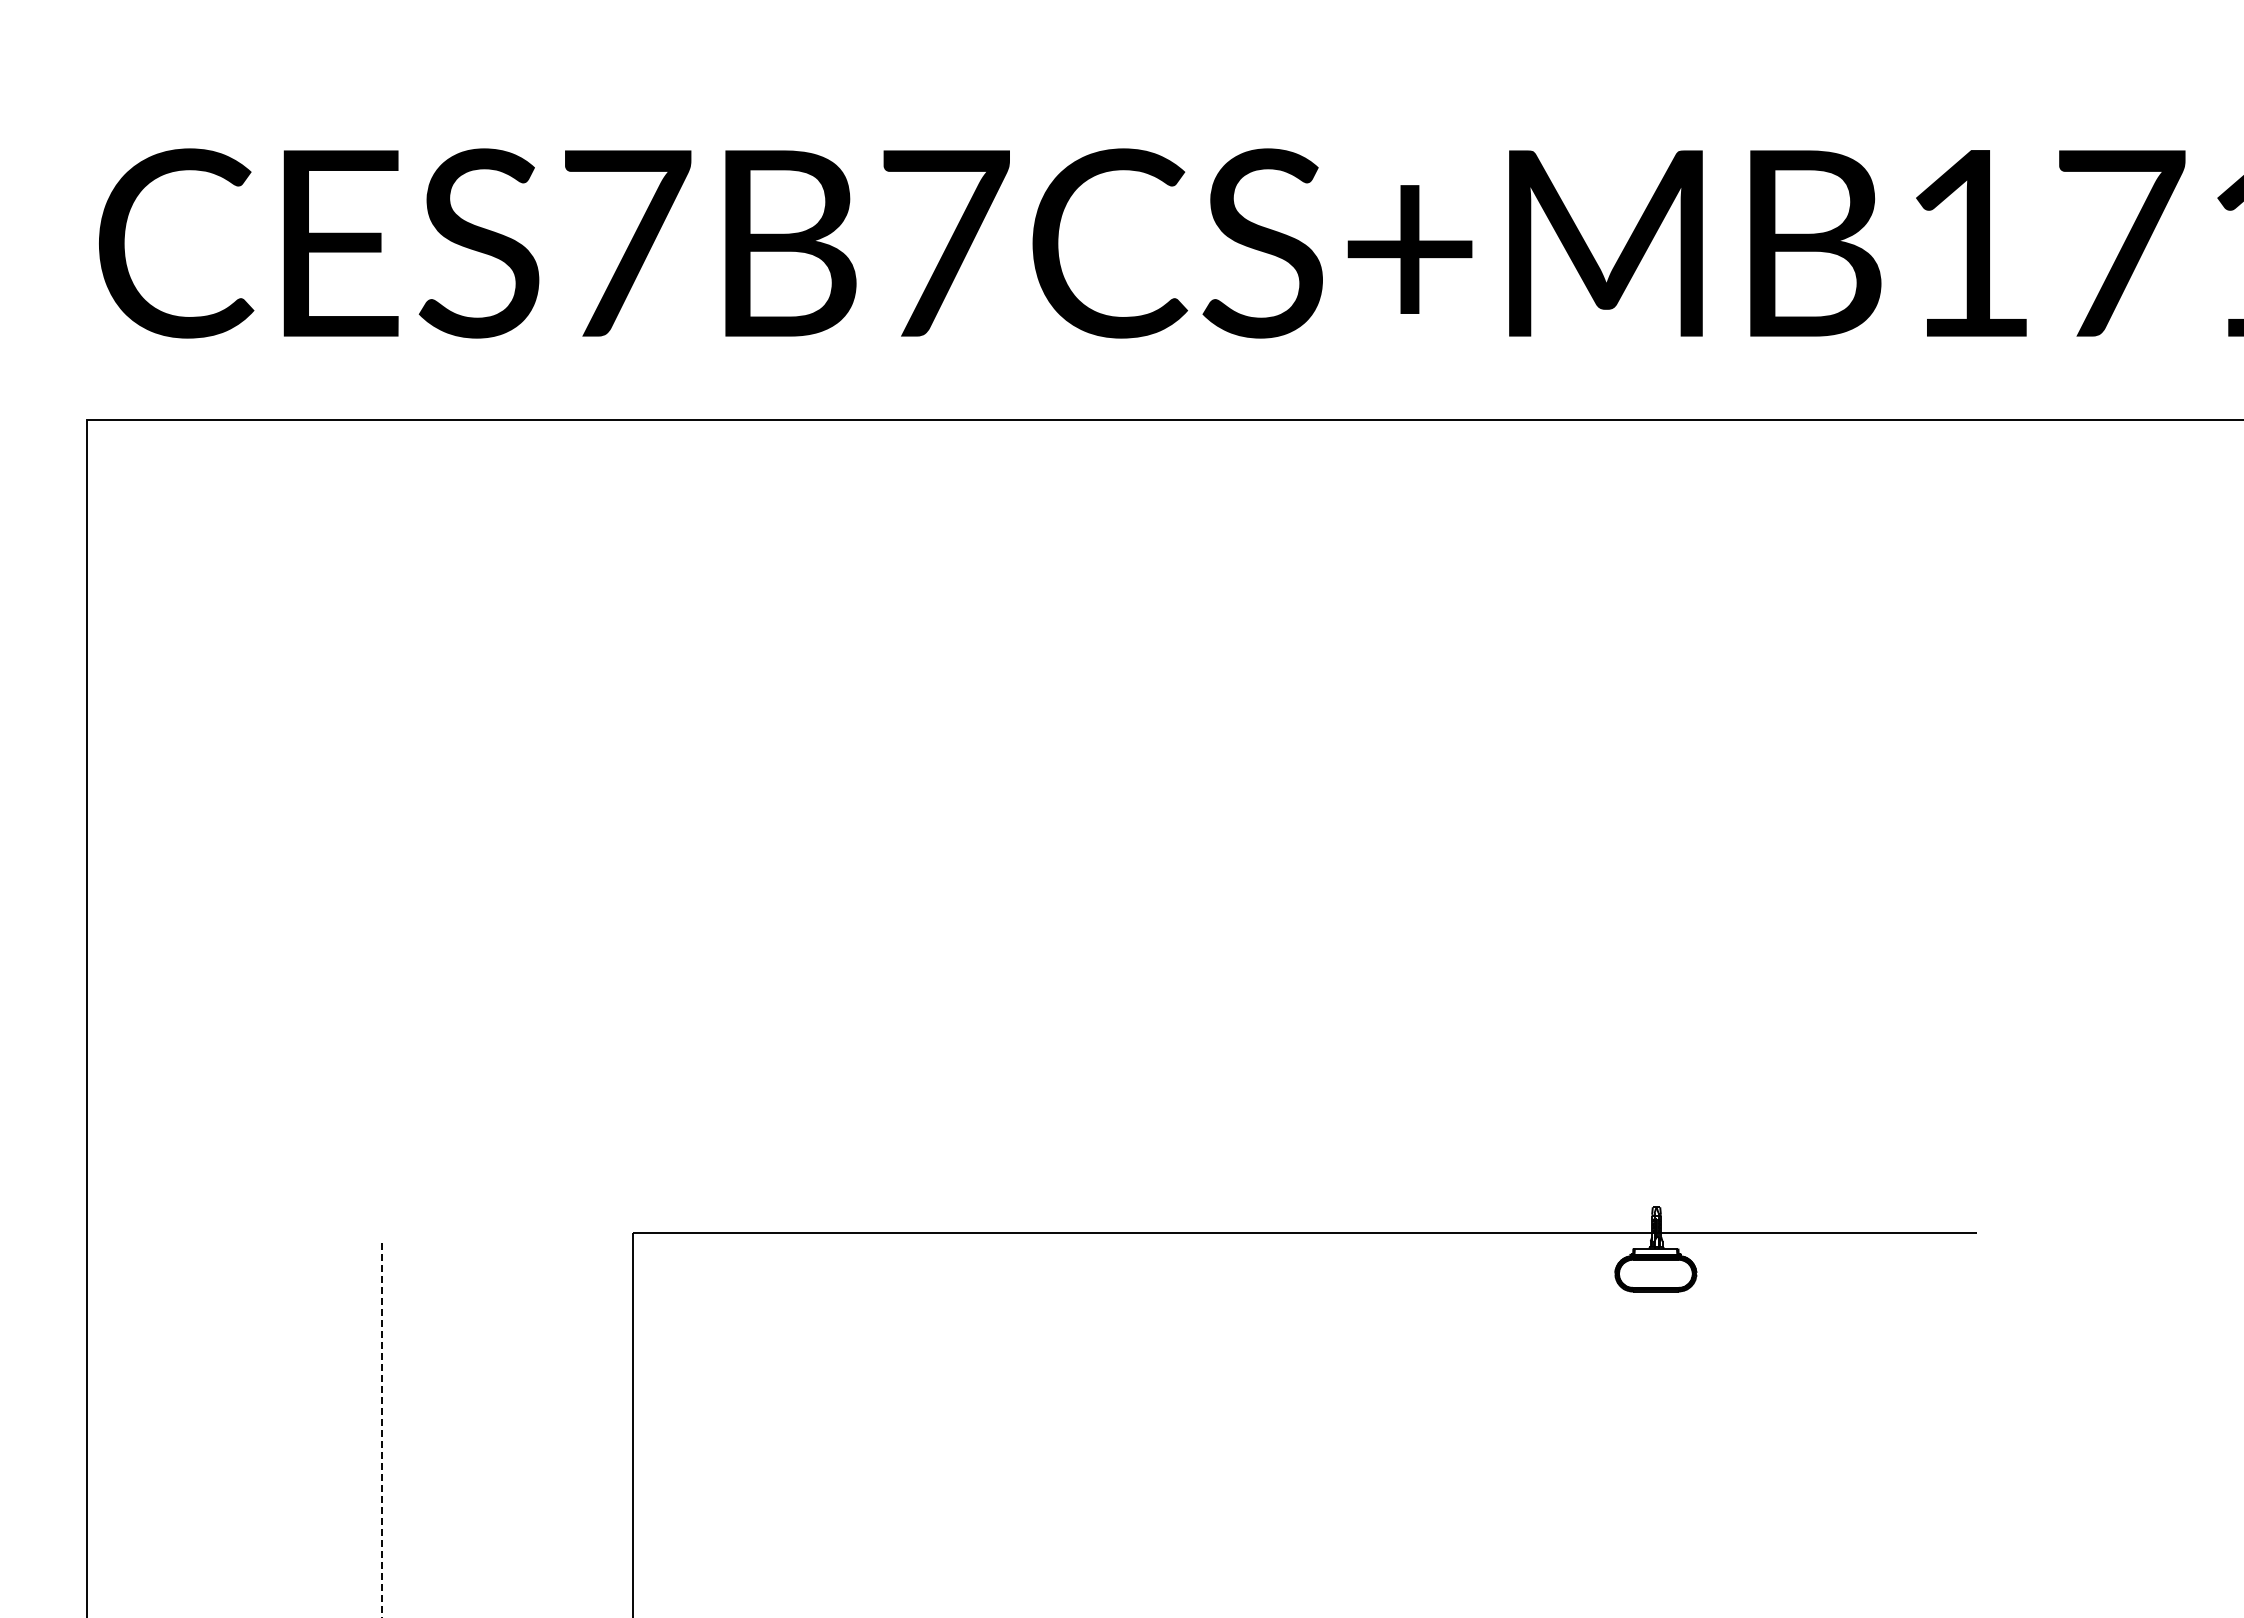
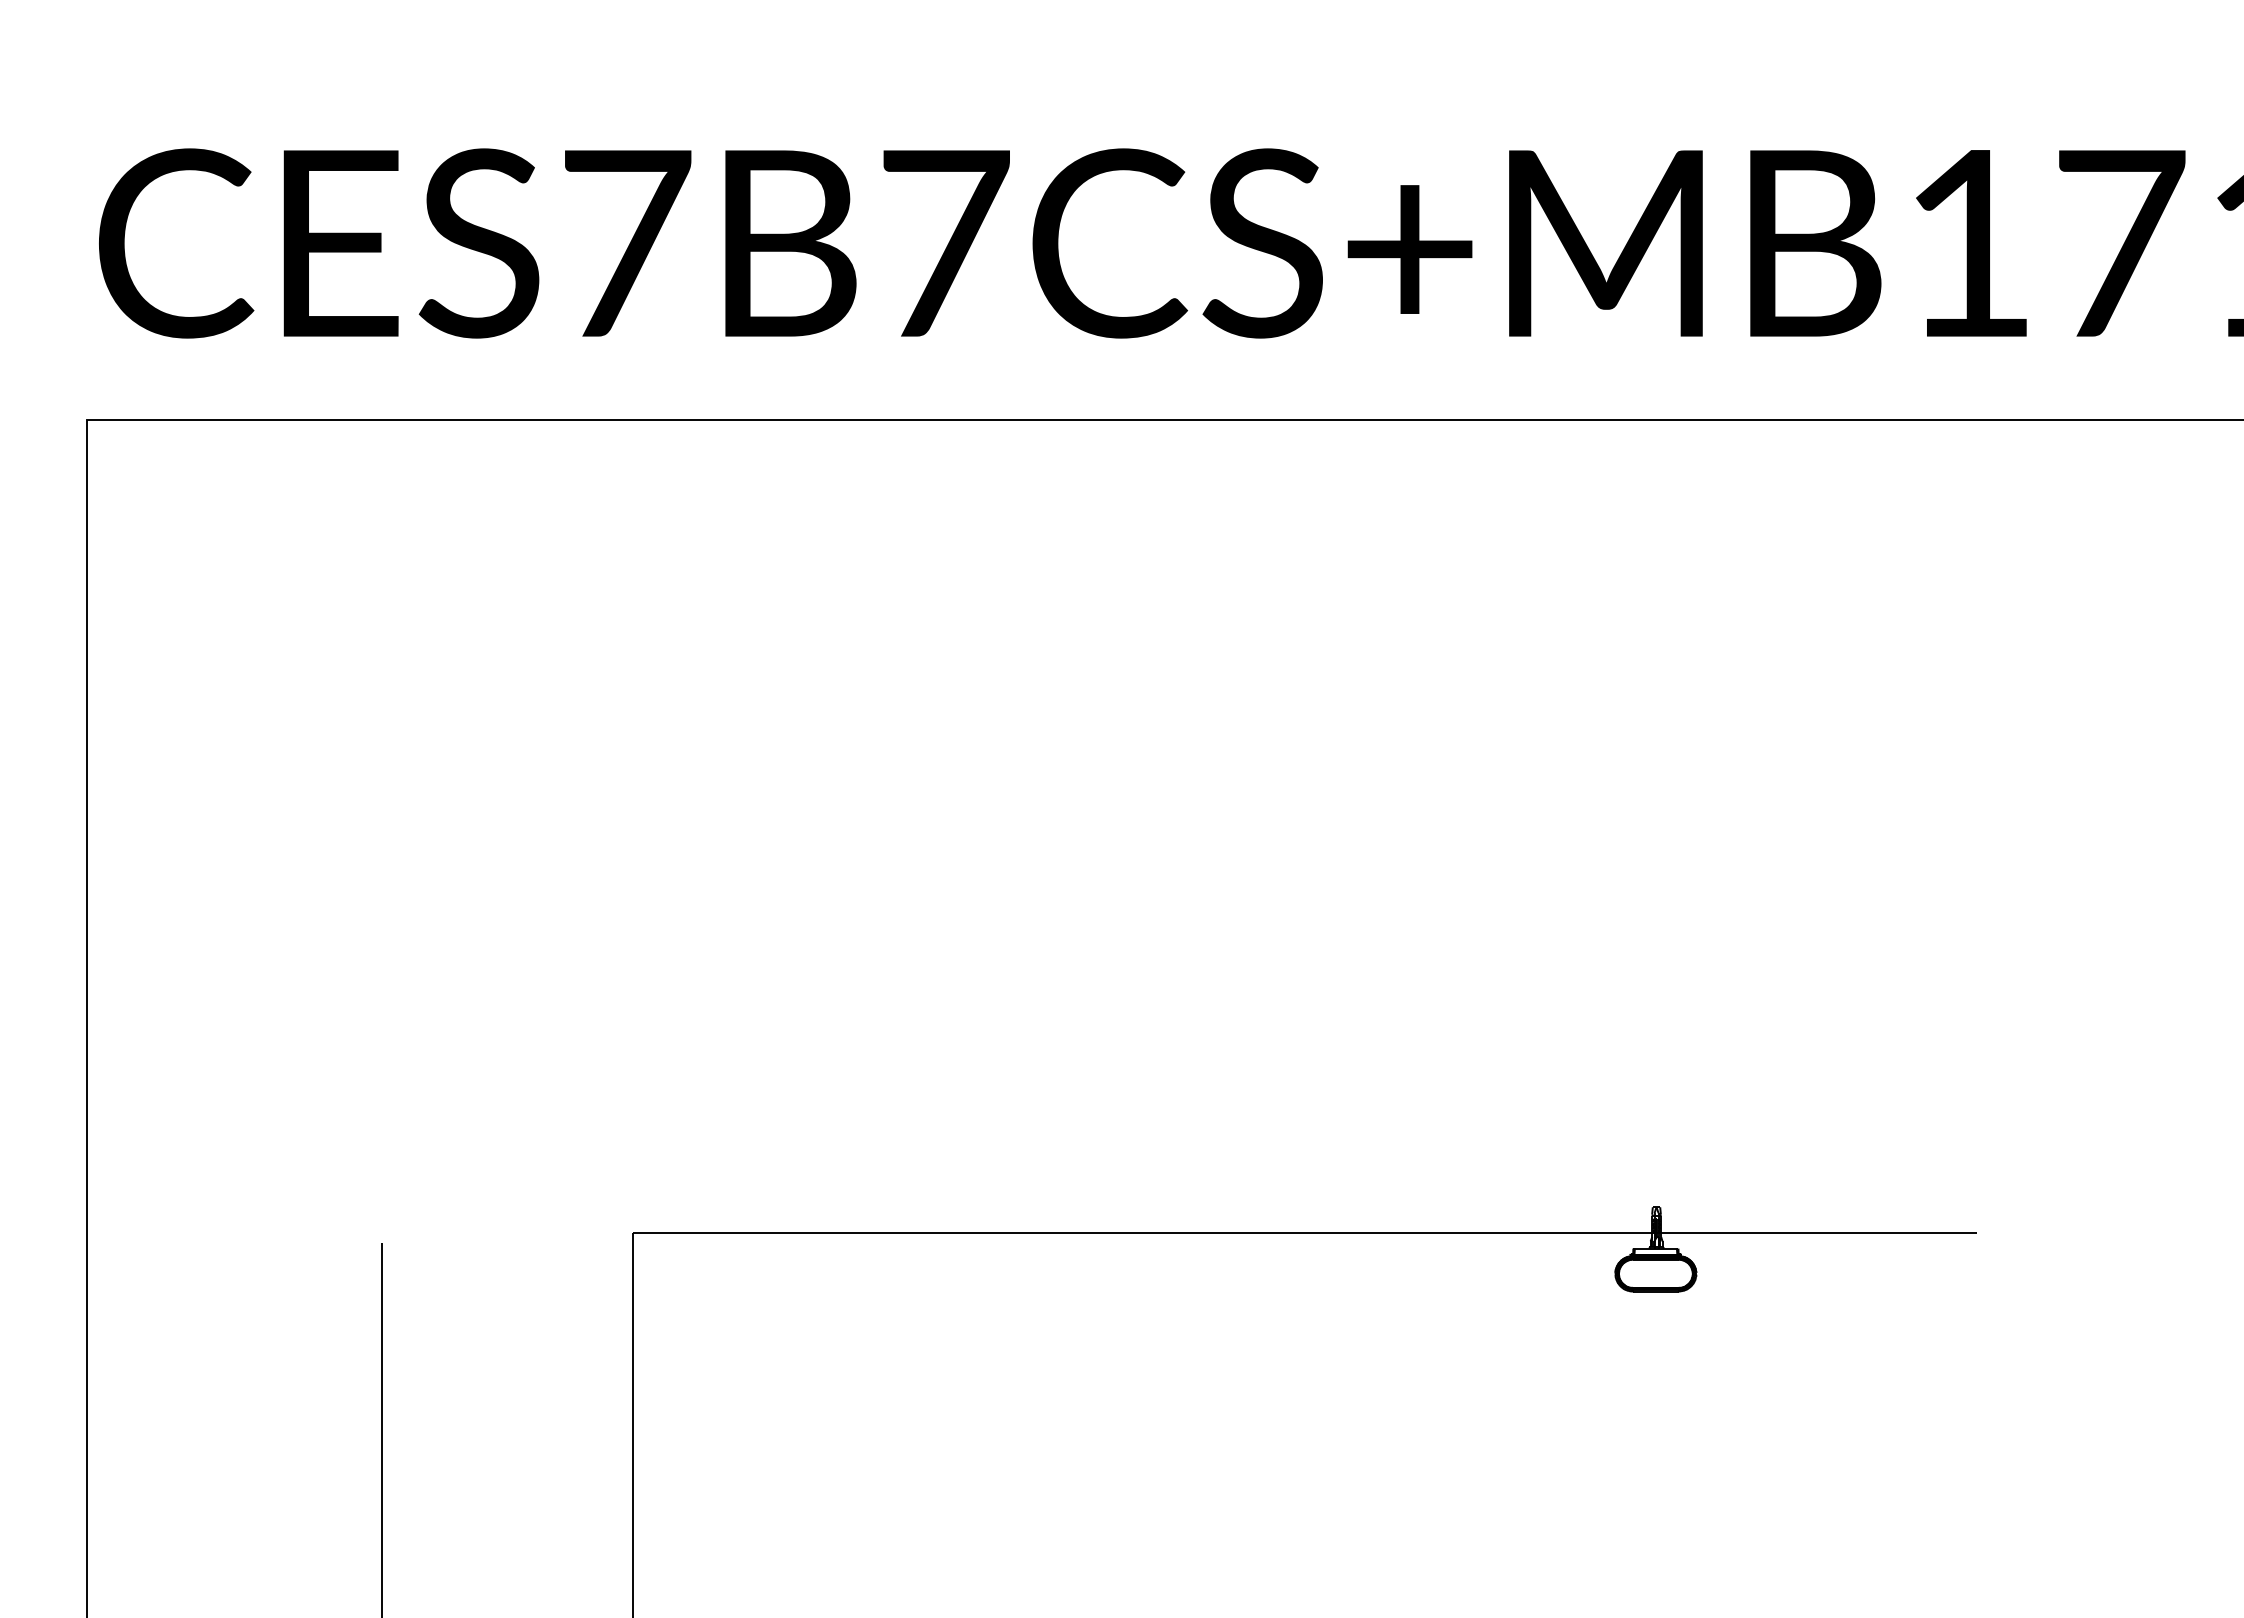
line at (381, 1430): dashed -> solid
